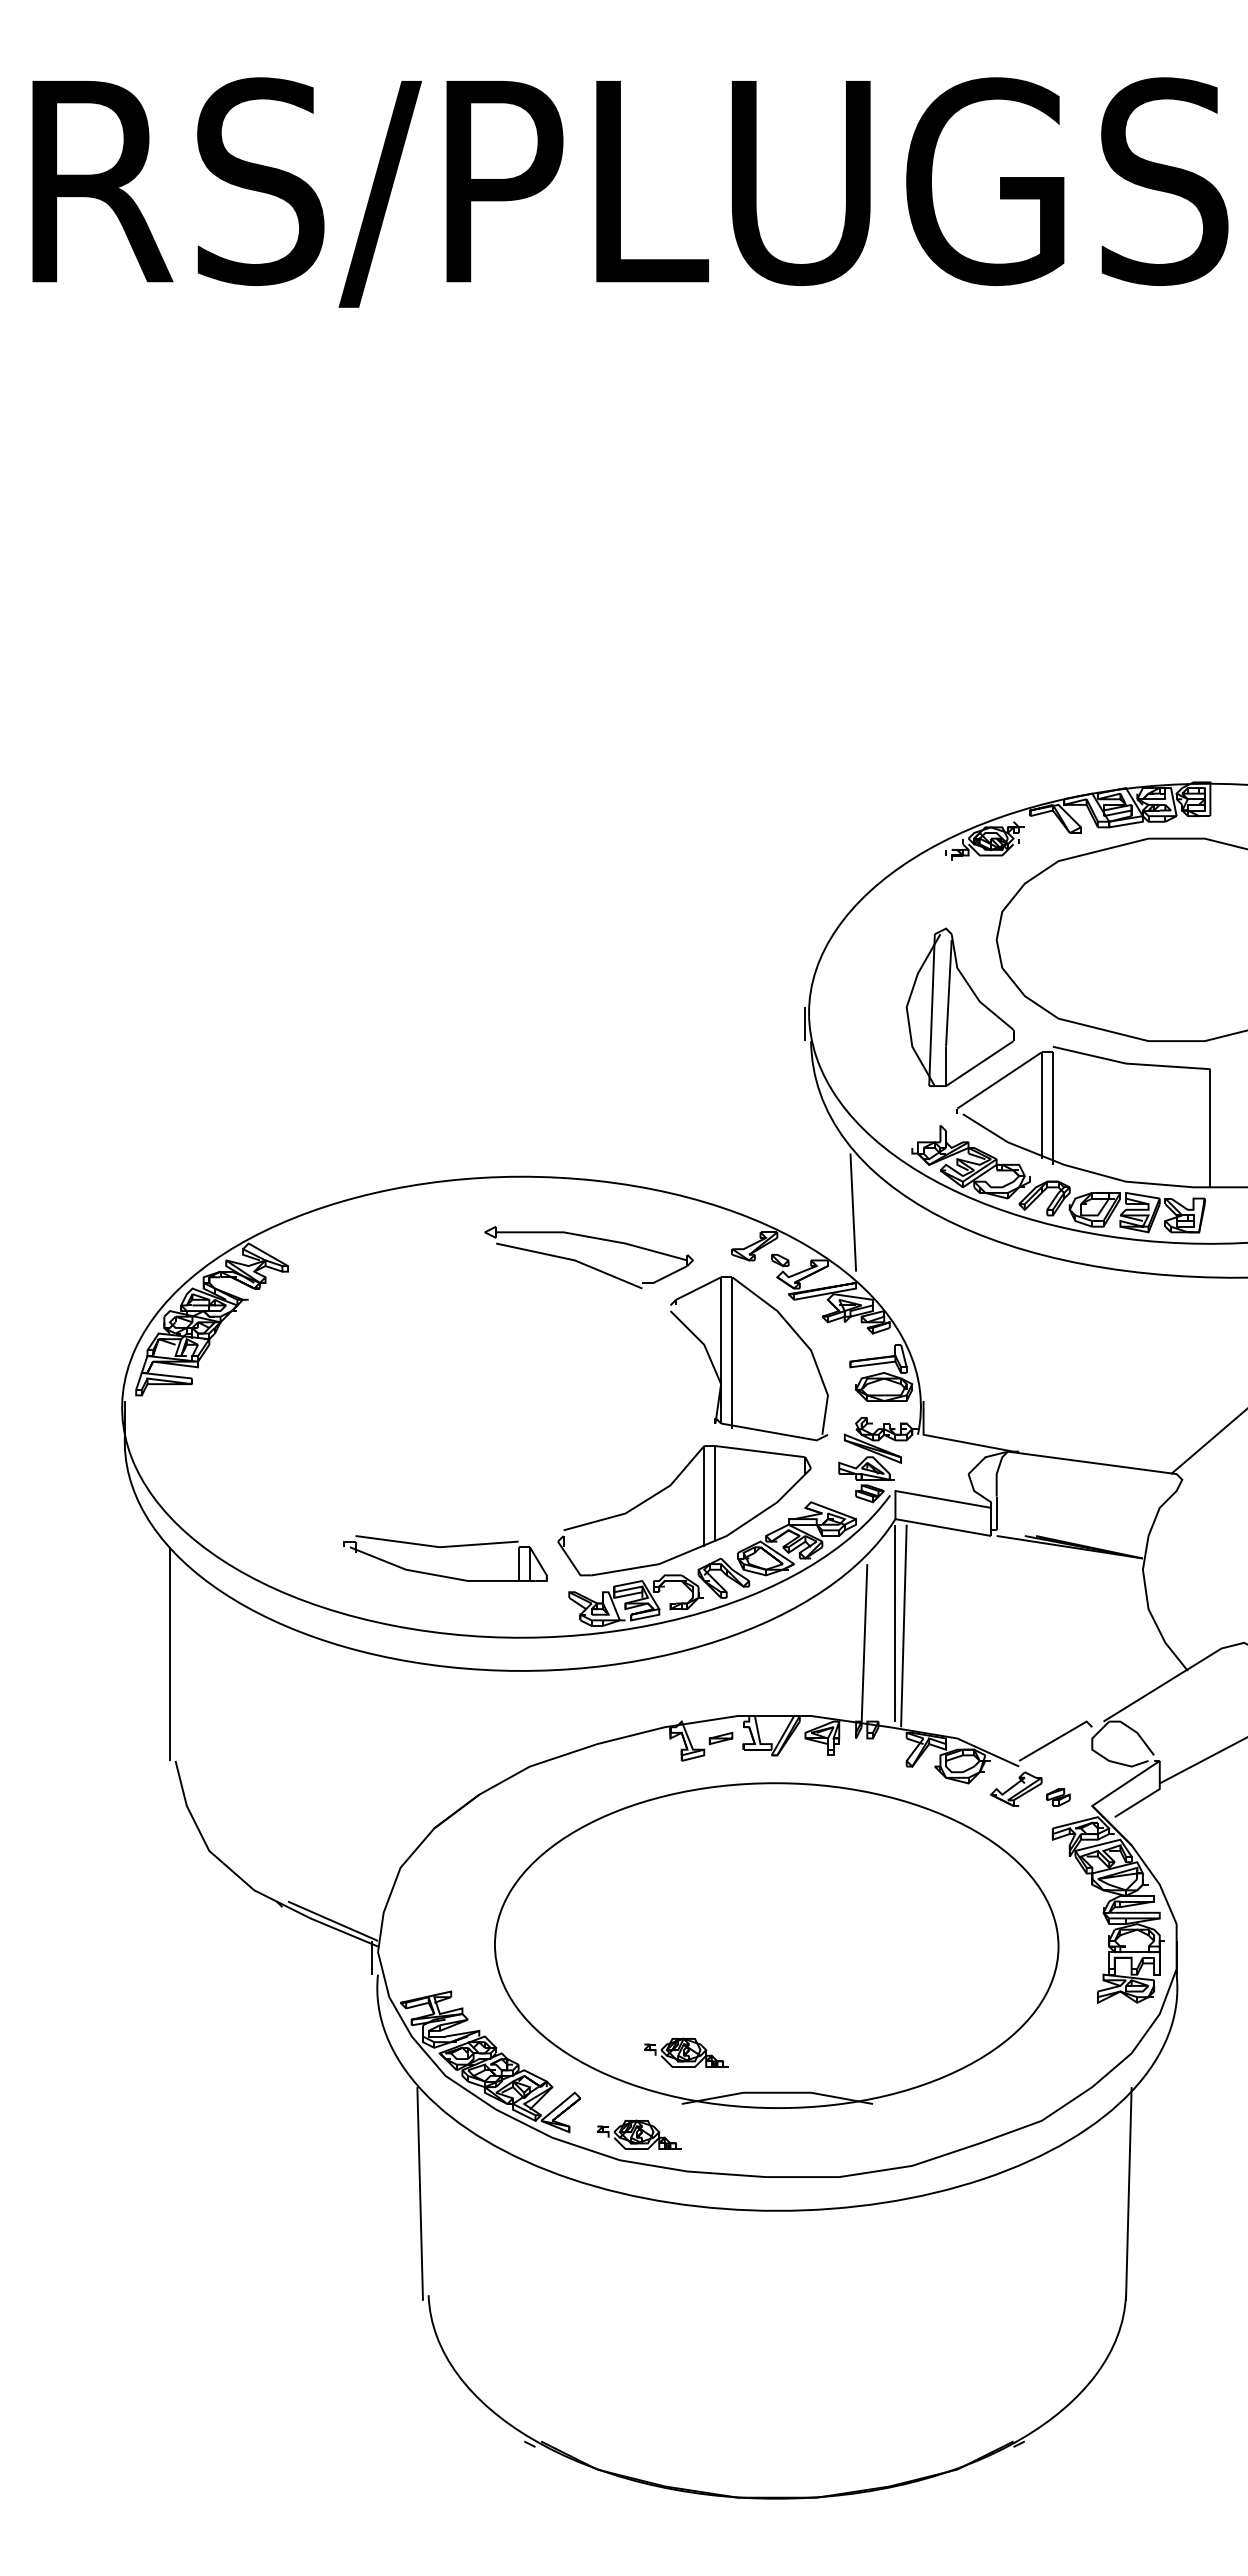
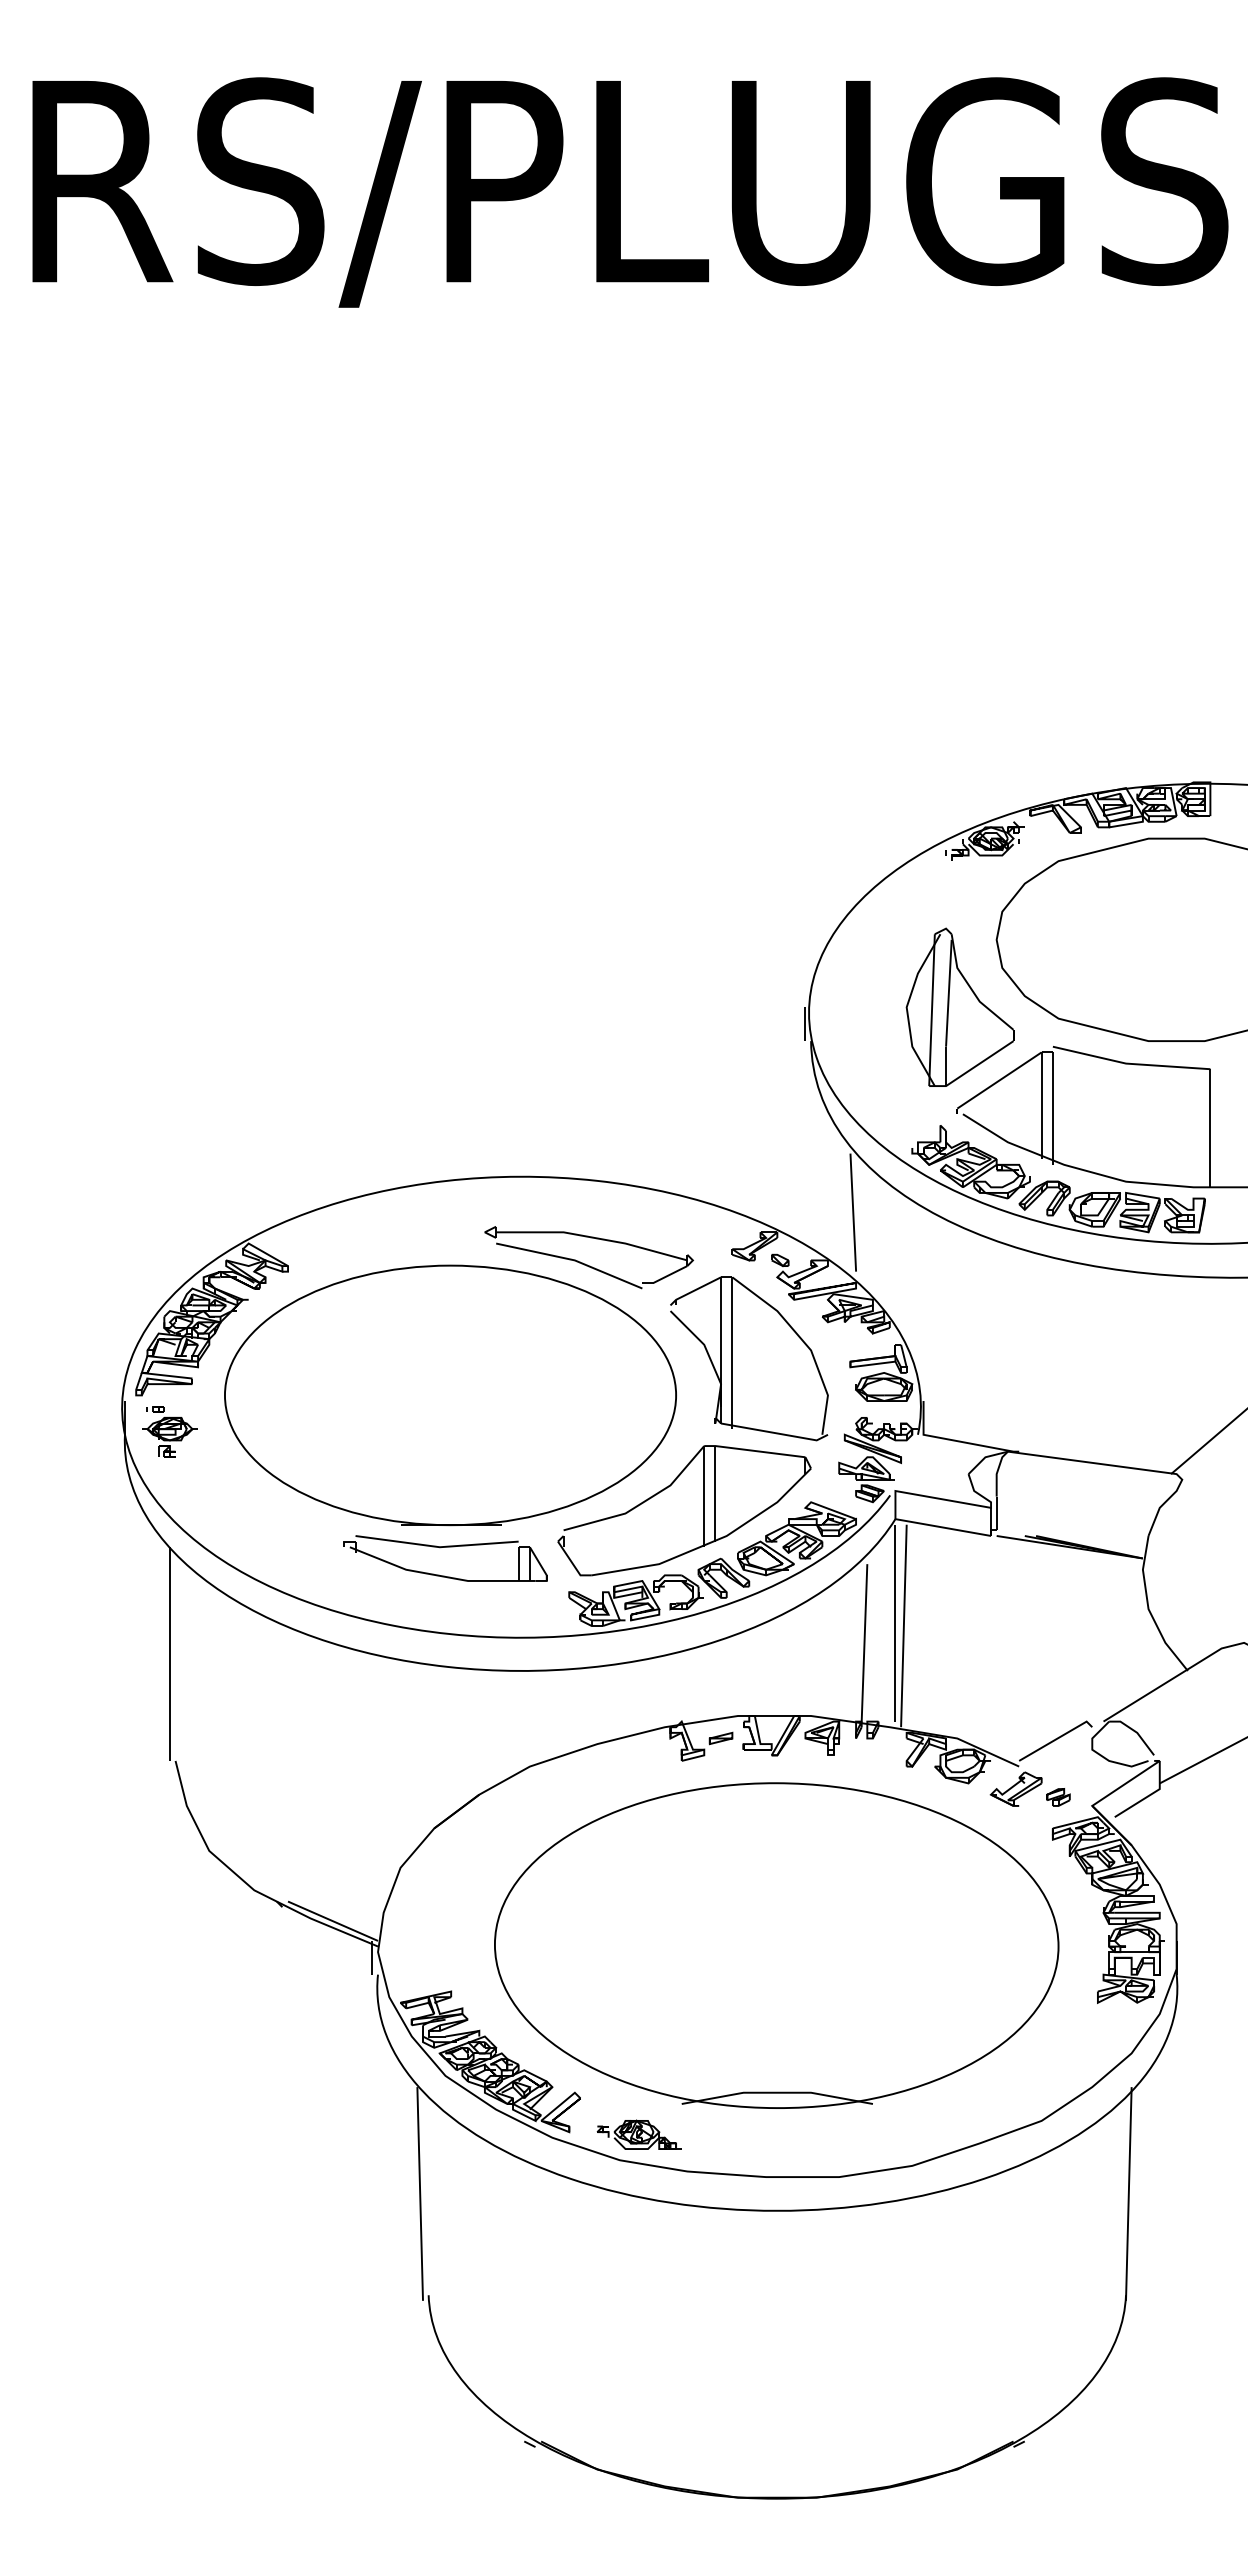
part at (450, 1395): none -> present
part at (169, 1431): none -> present
part at (685, 2052): present -> none
